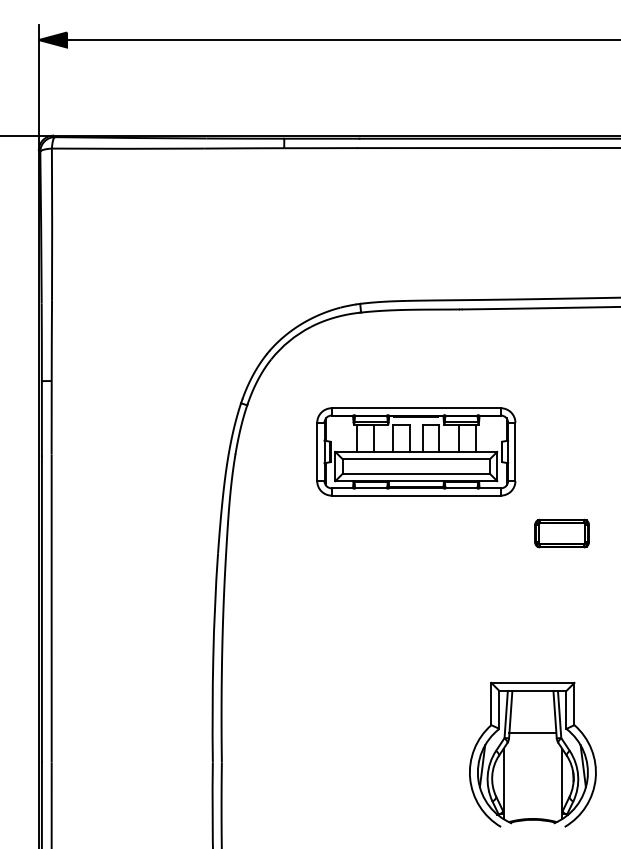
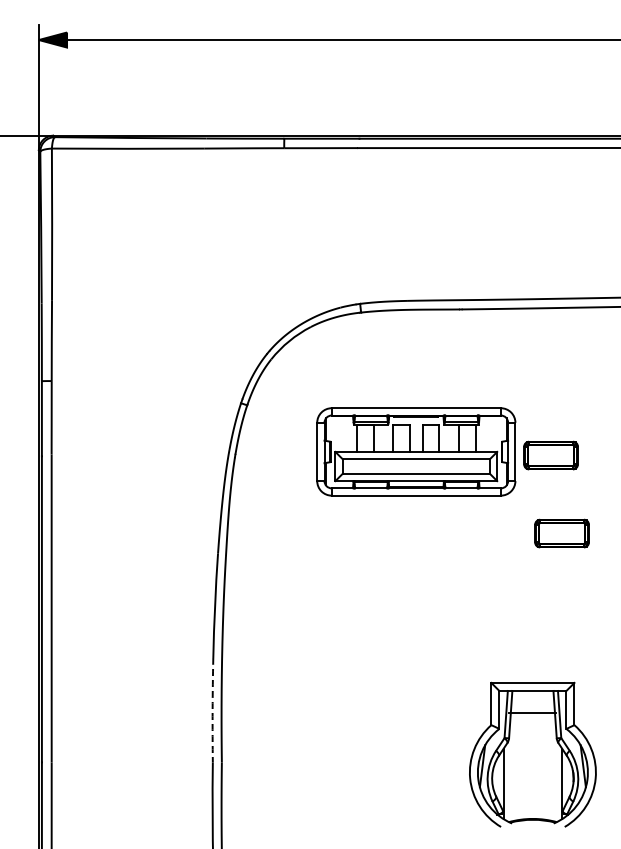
part at (550, 455): none -> present
arc at (212, 710): solid -> dashed
line at (532, 732) position: (532, 732) -> (532, 712)
